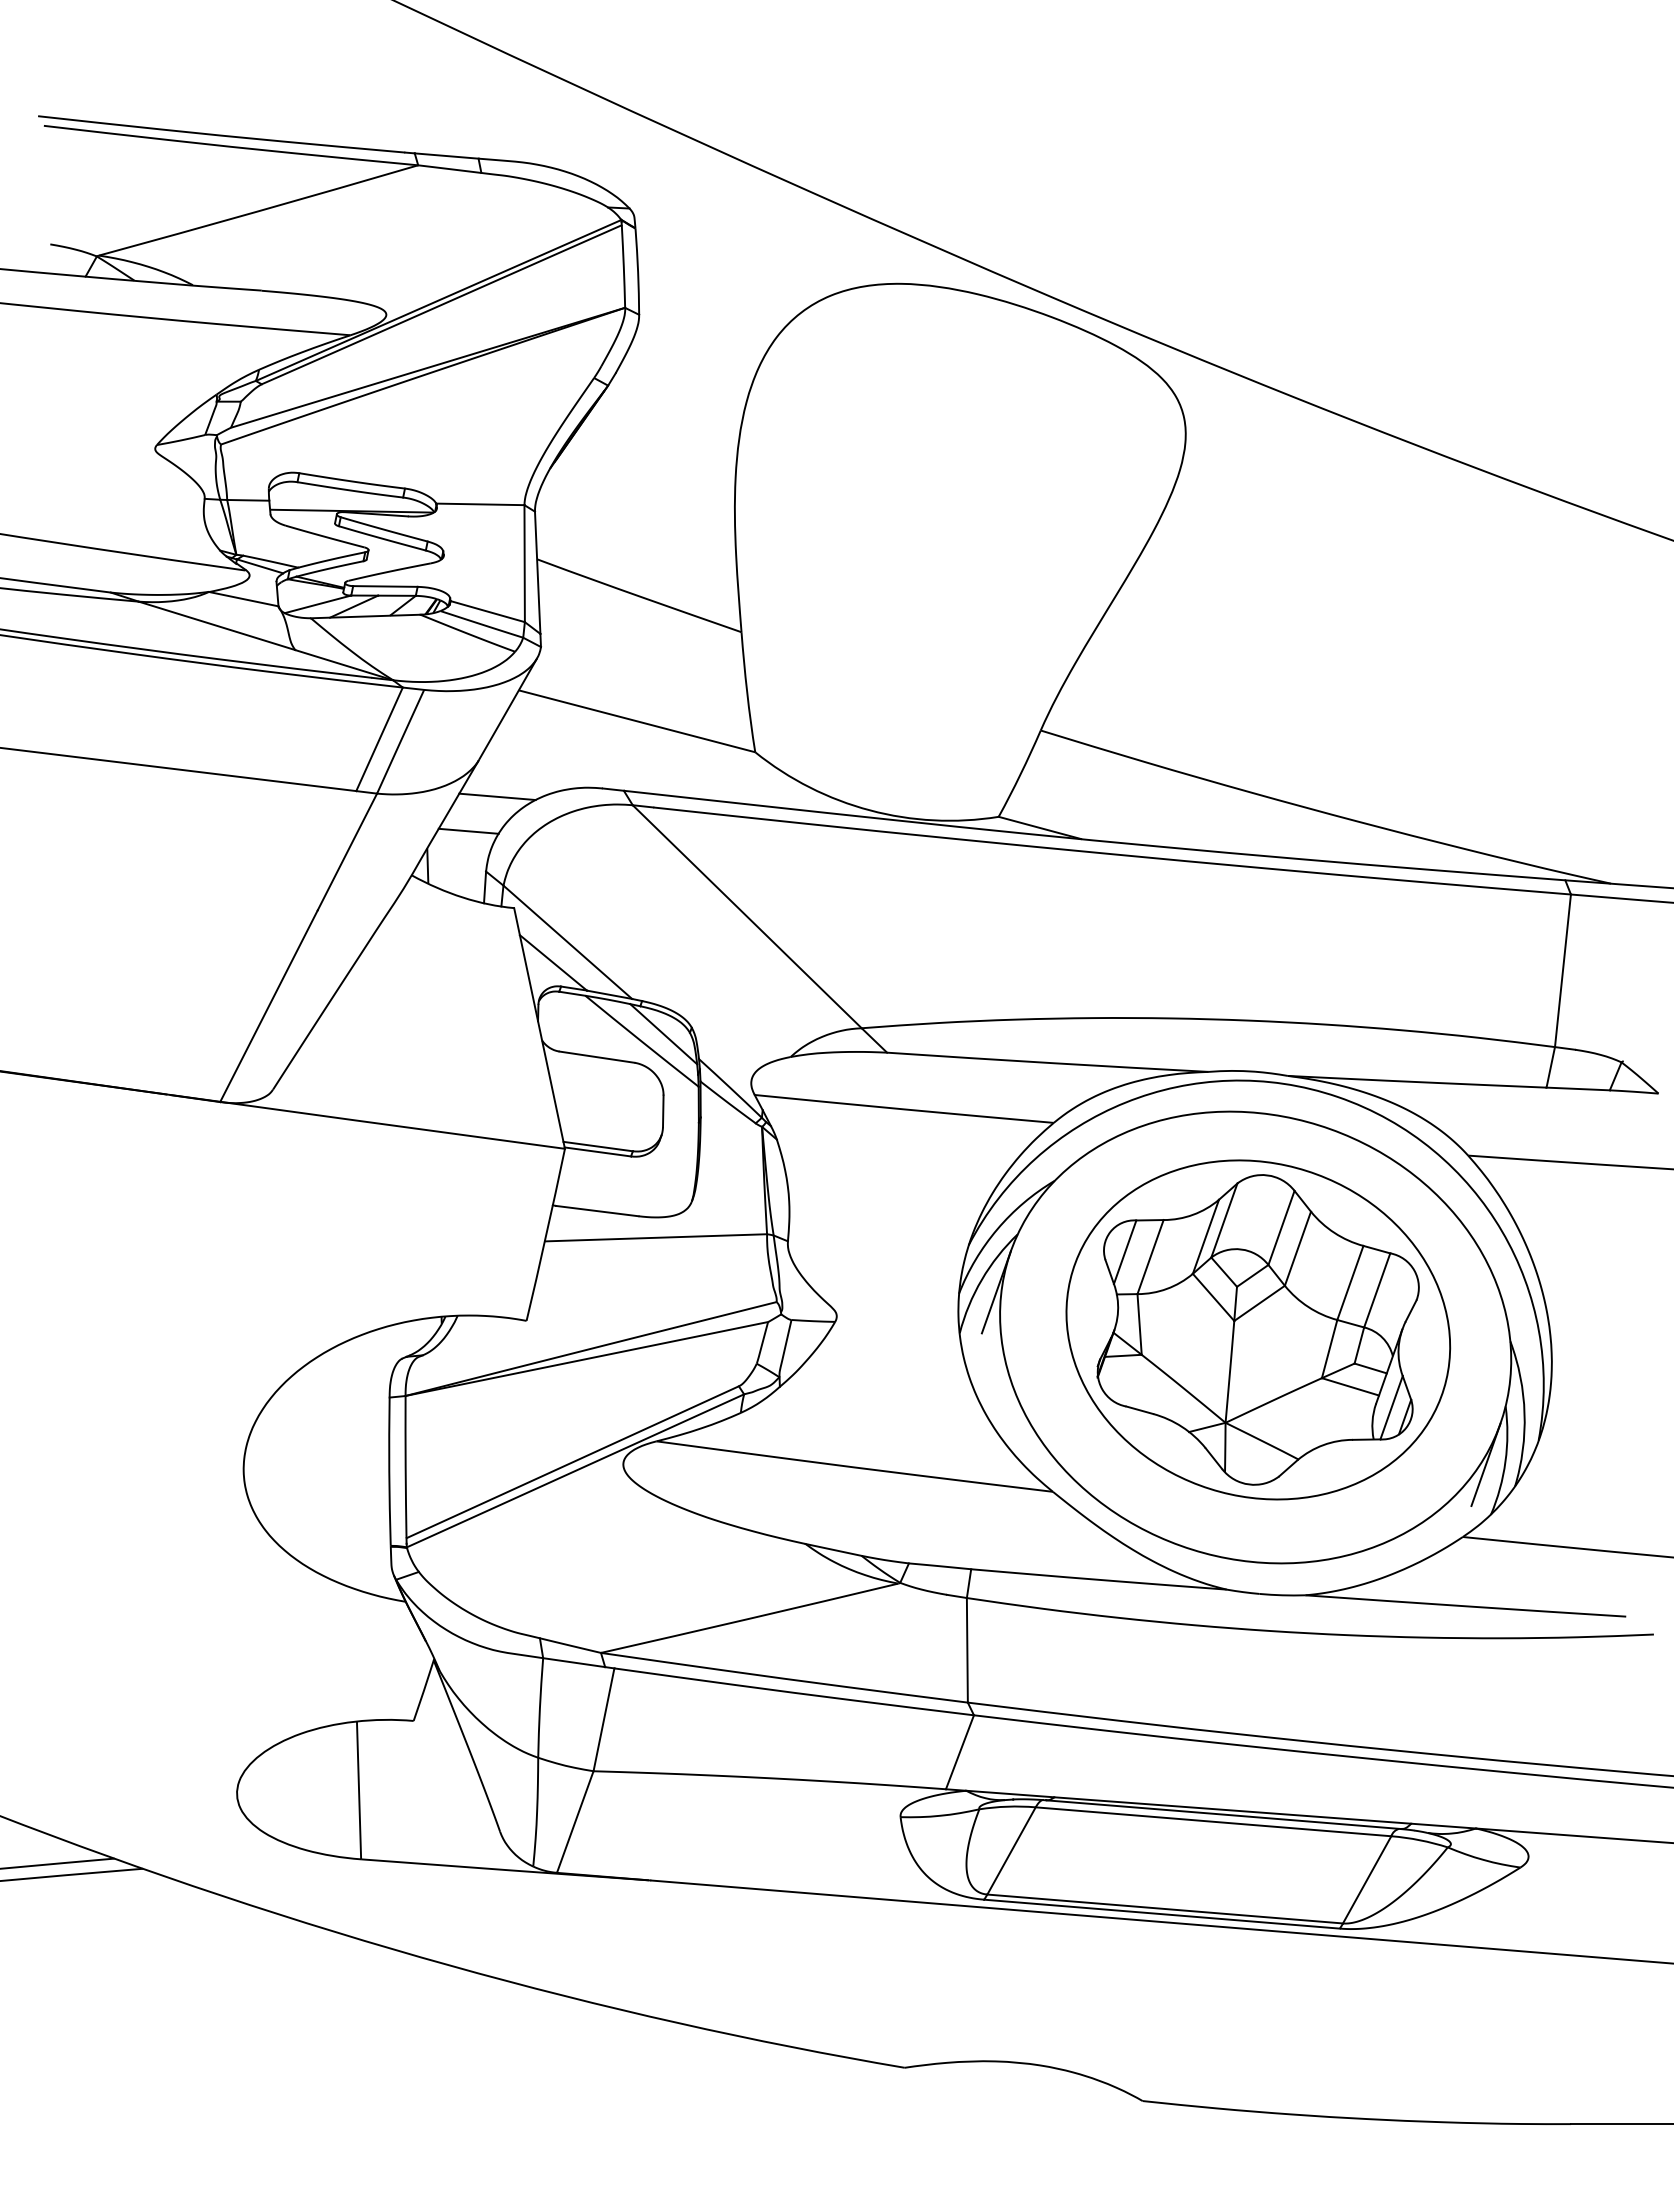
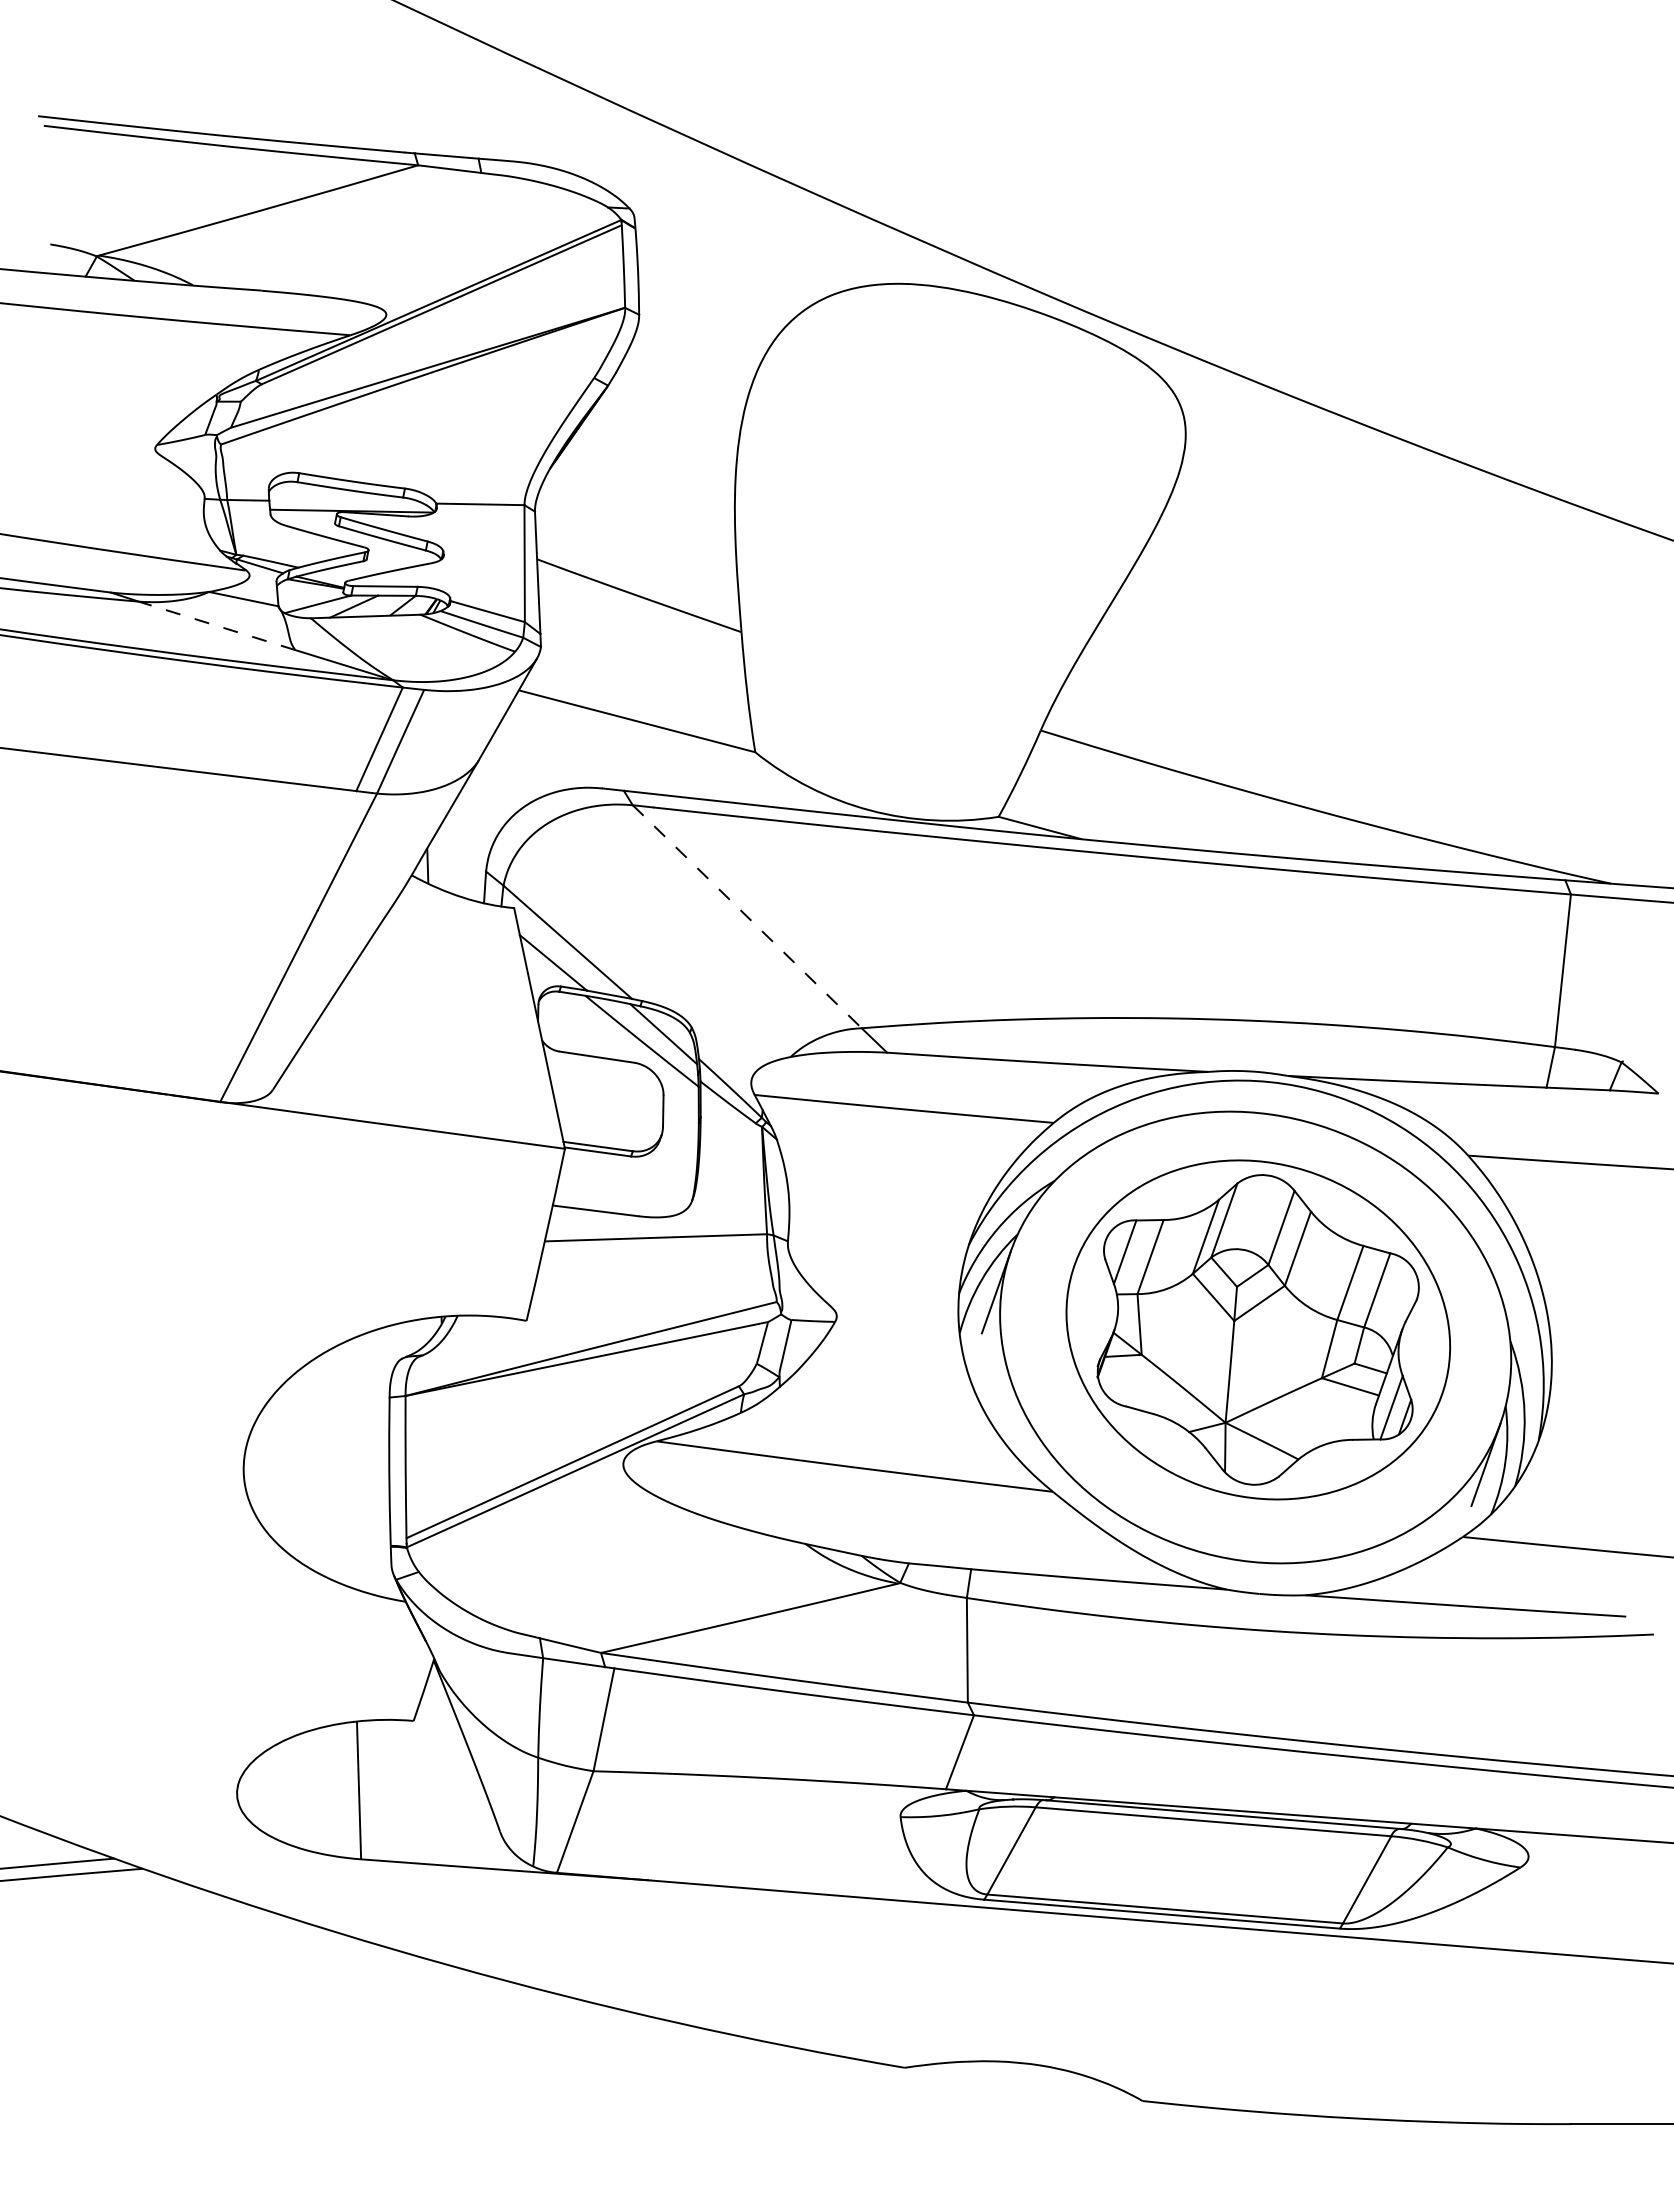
line at (217, 625): solid -> dashed
line at (497, 796): present -> none
line at (468, 830): present -> none
line at (747, 916): solid -> dashed
